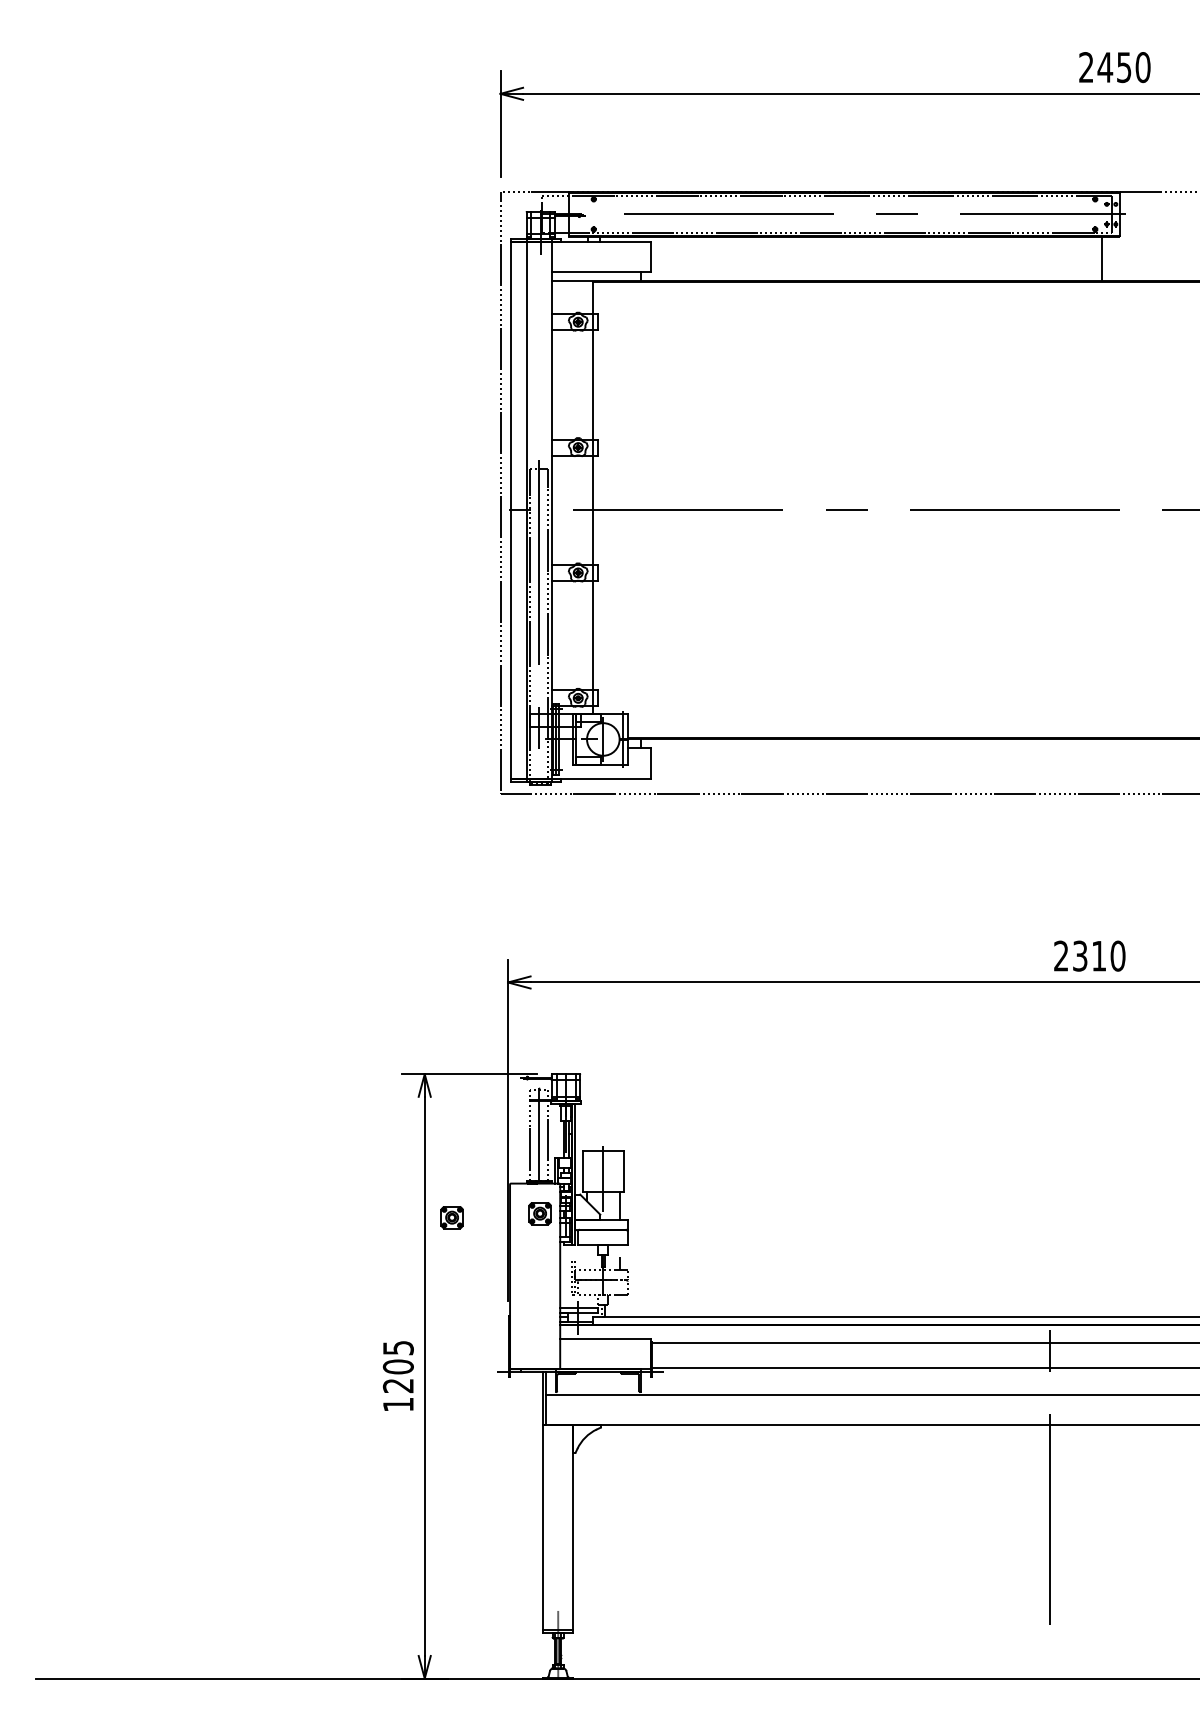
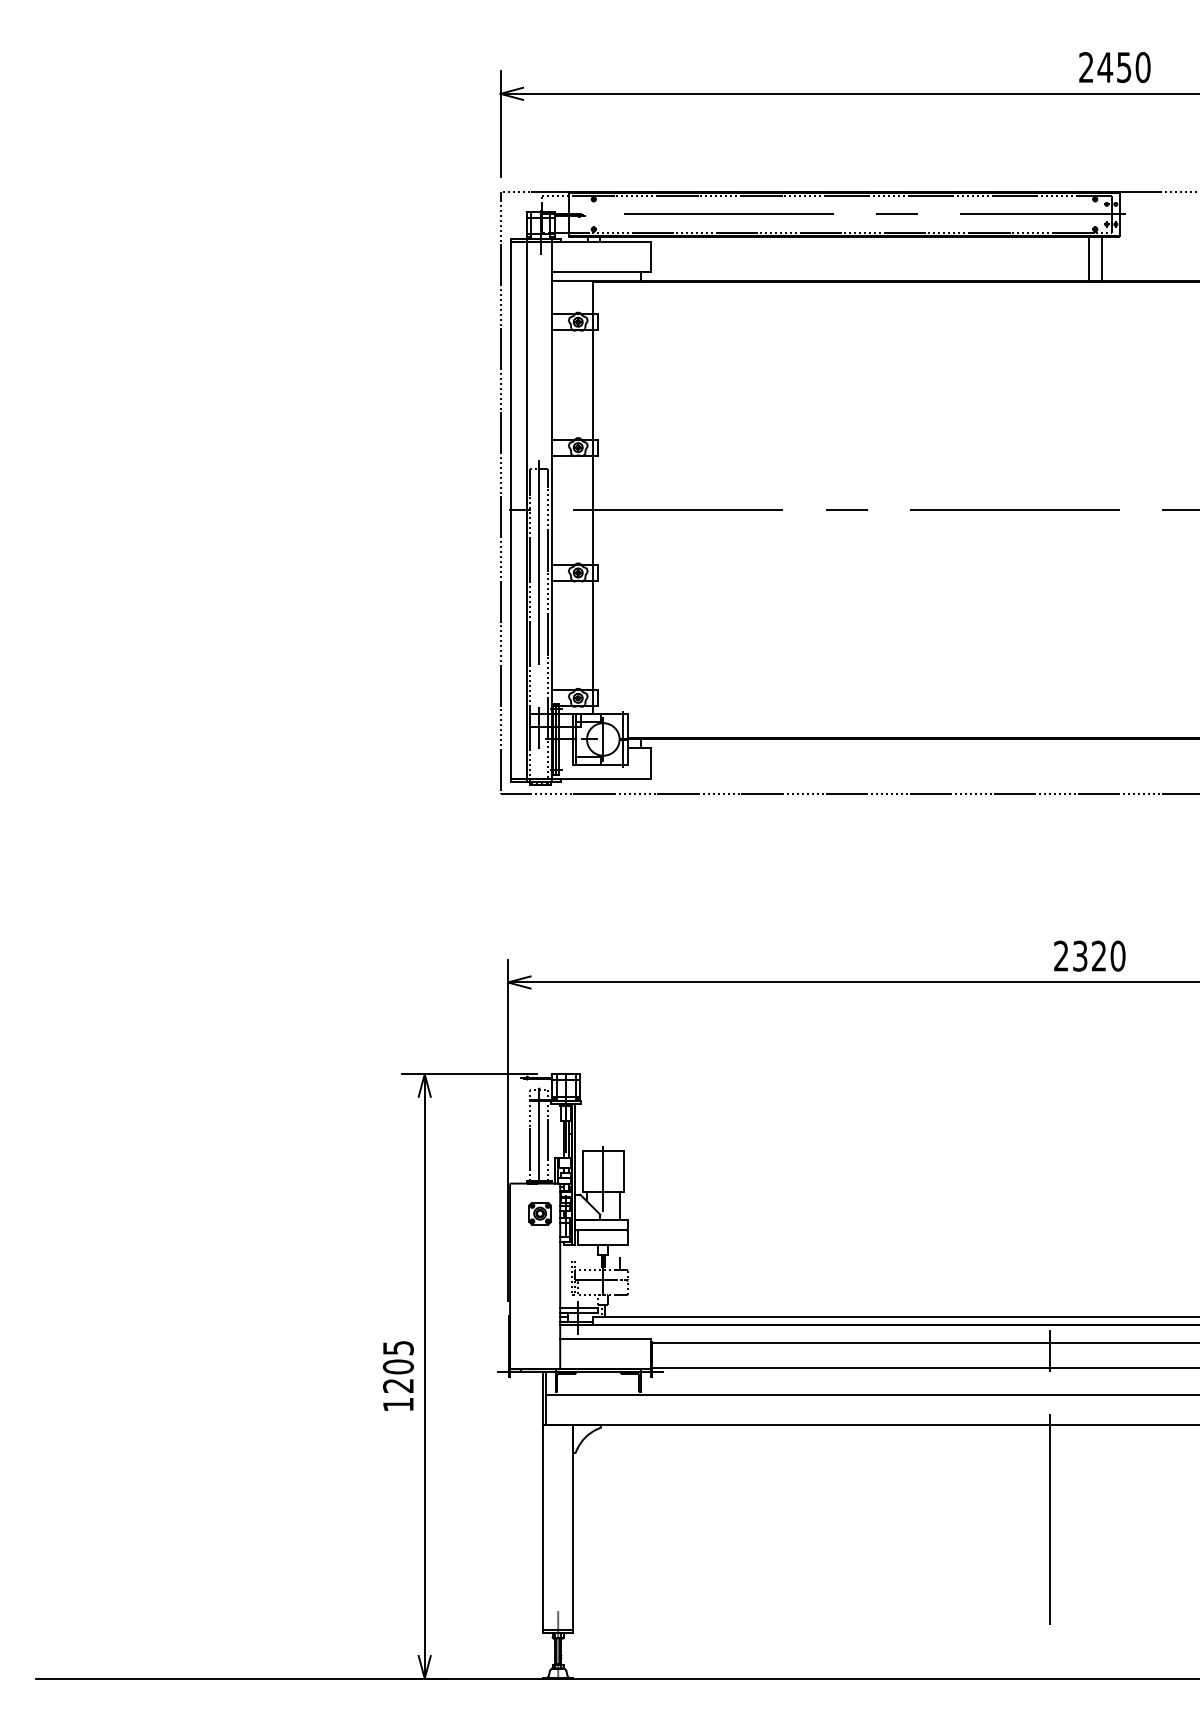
line at (1089, 258): none -> present
text at (1098, 955): 2310 -> 2320
part at (451, 1217): present -> none
